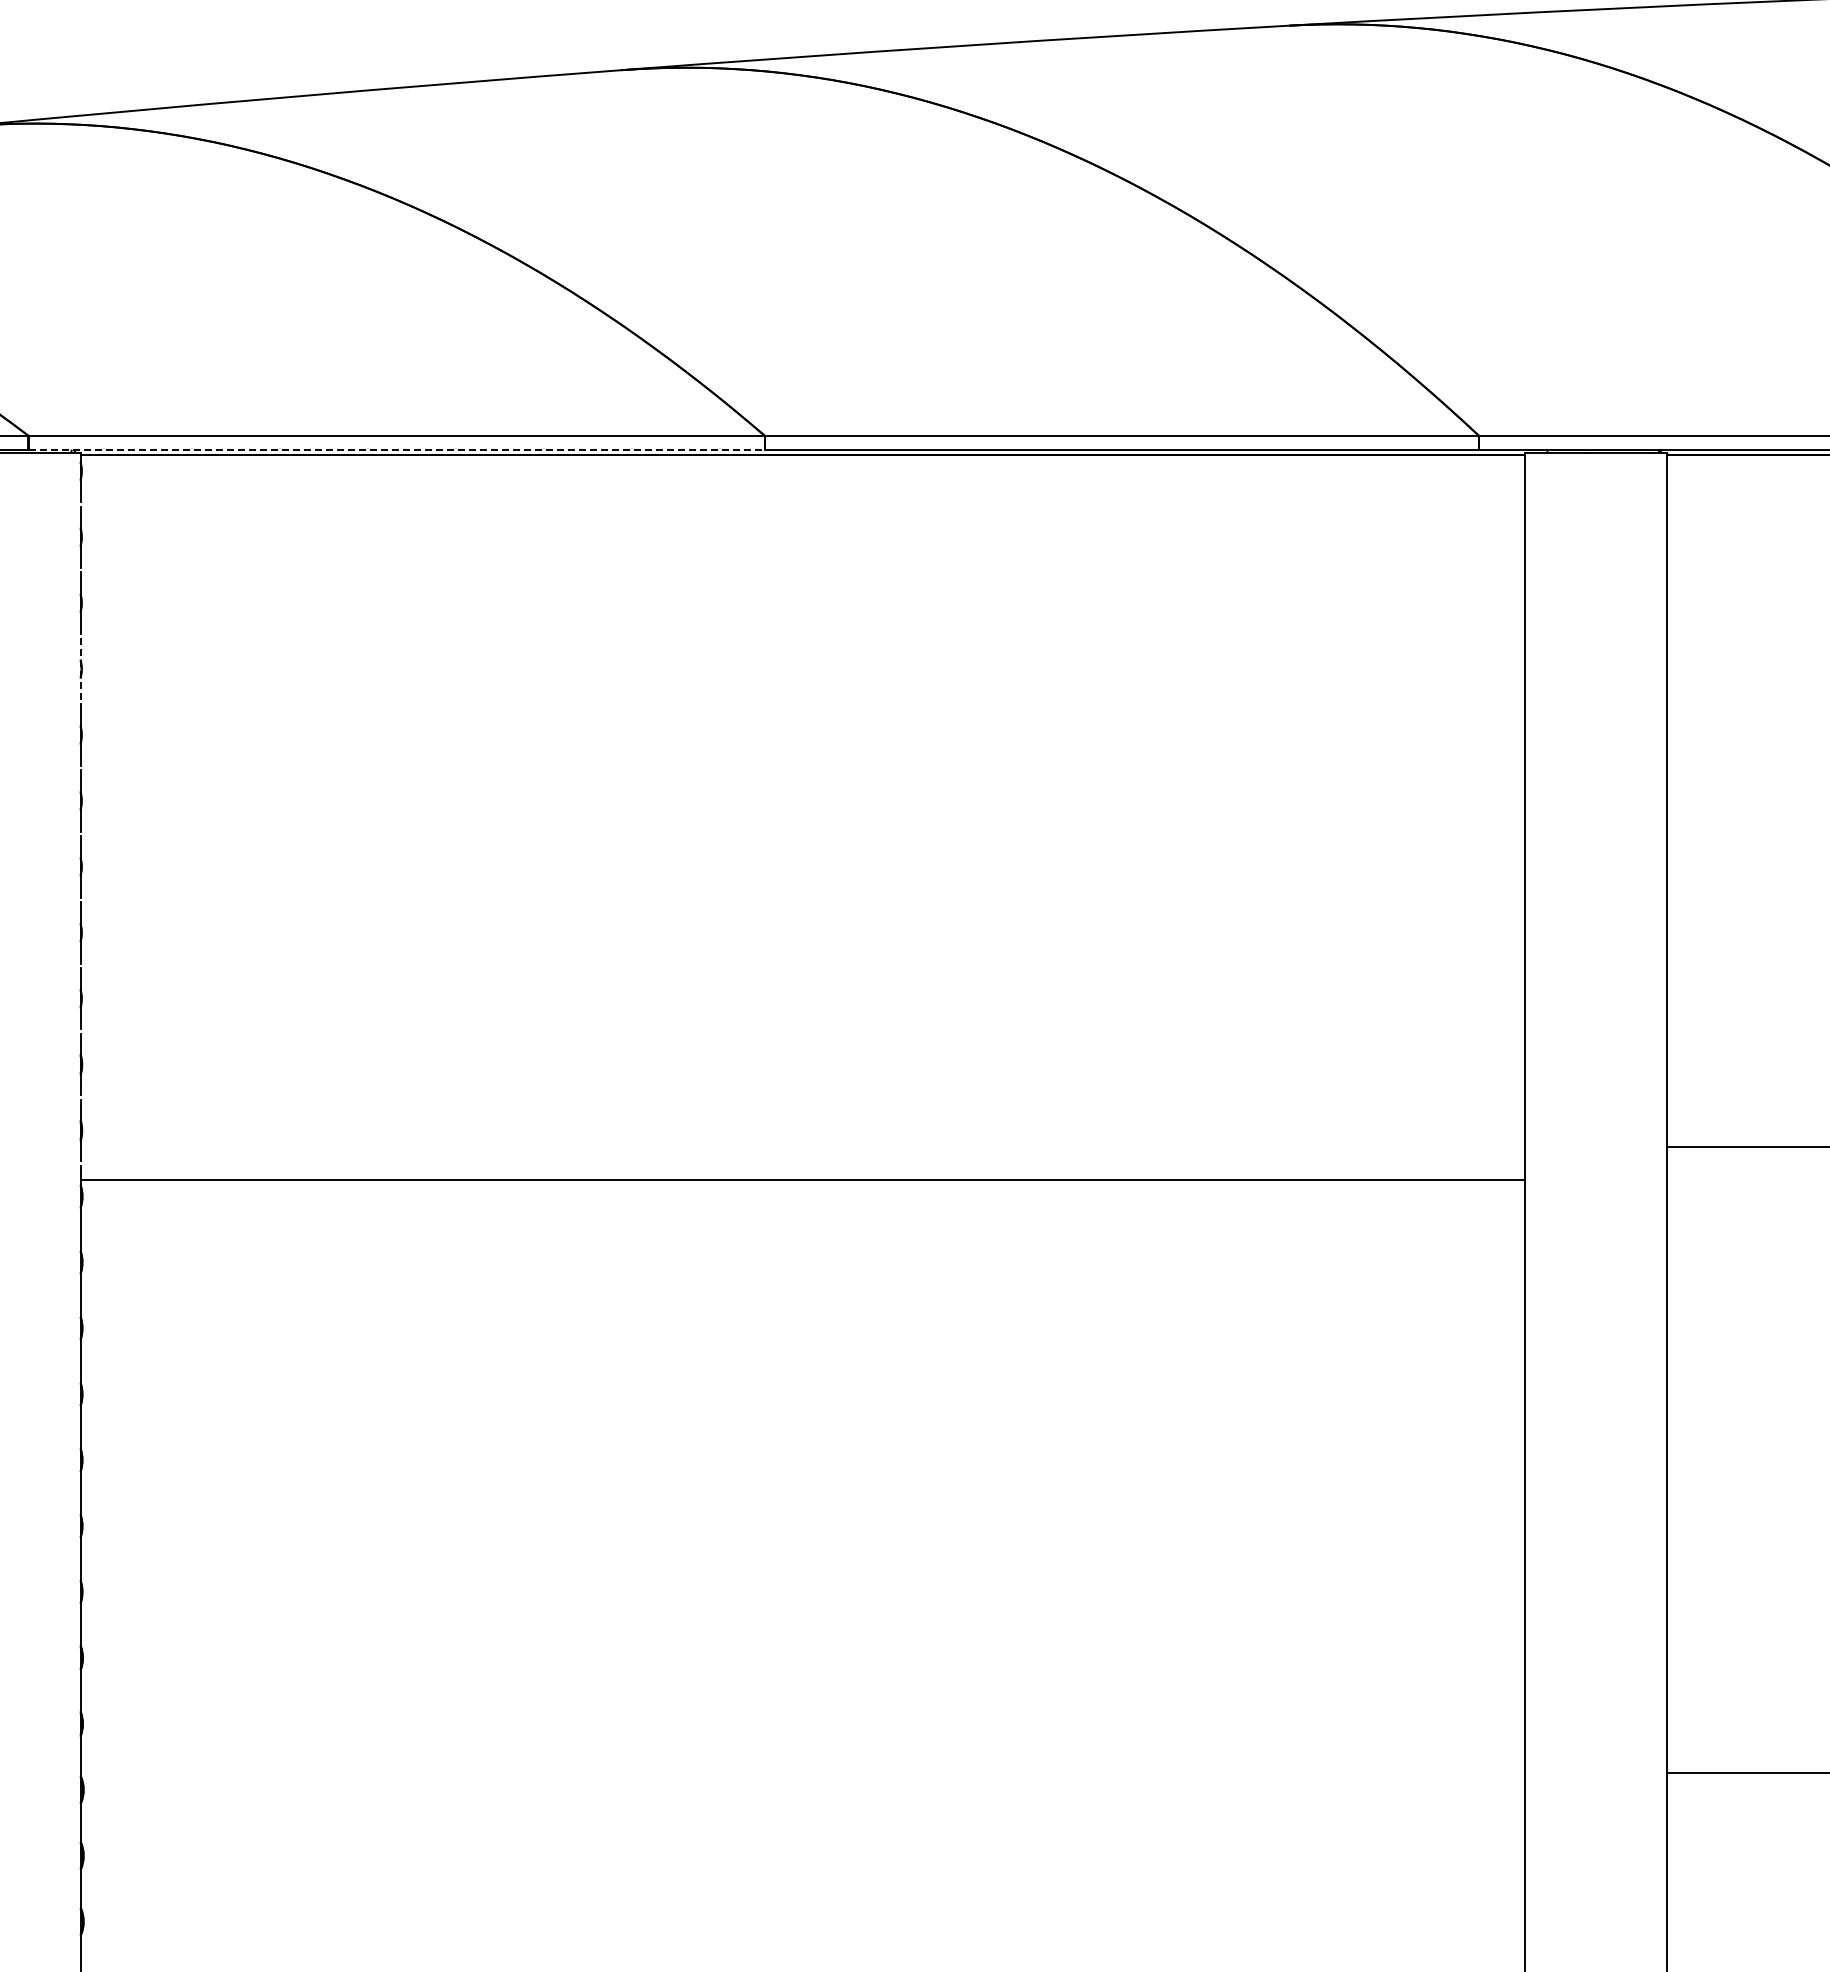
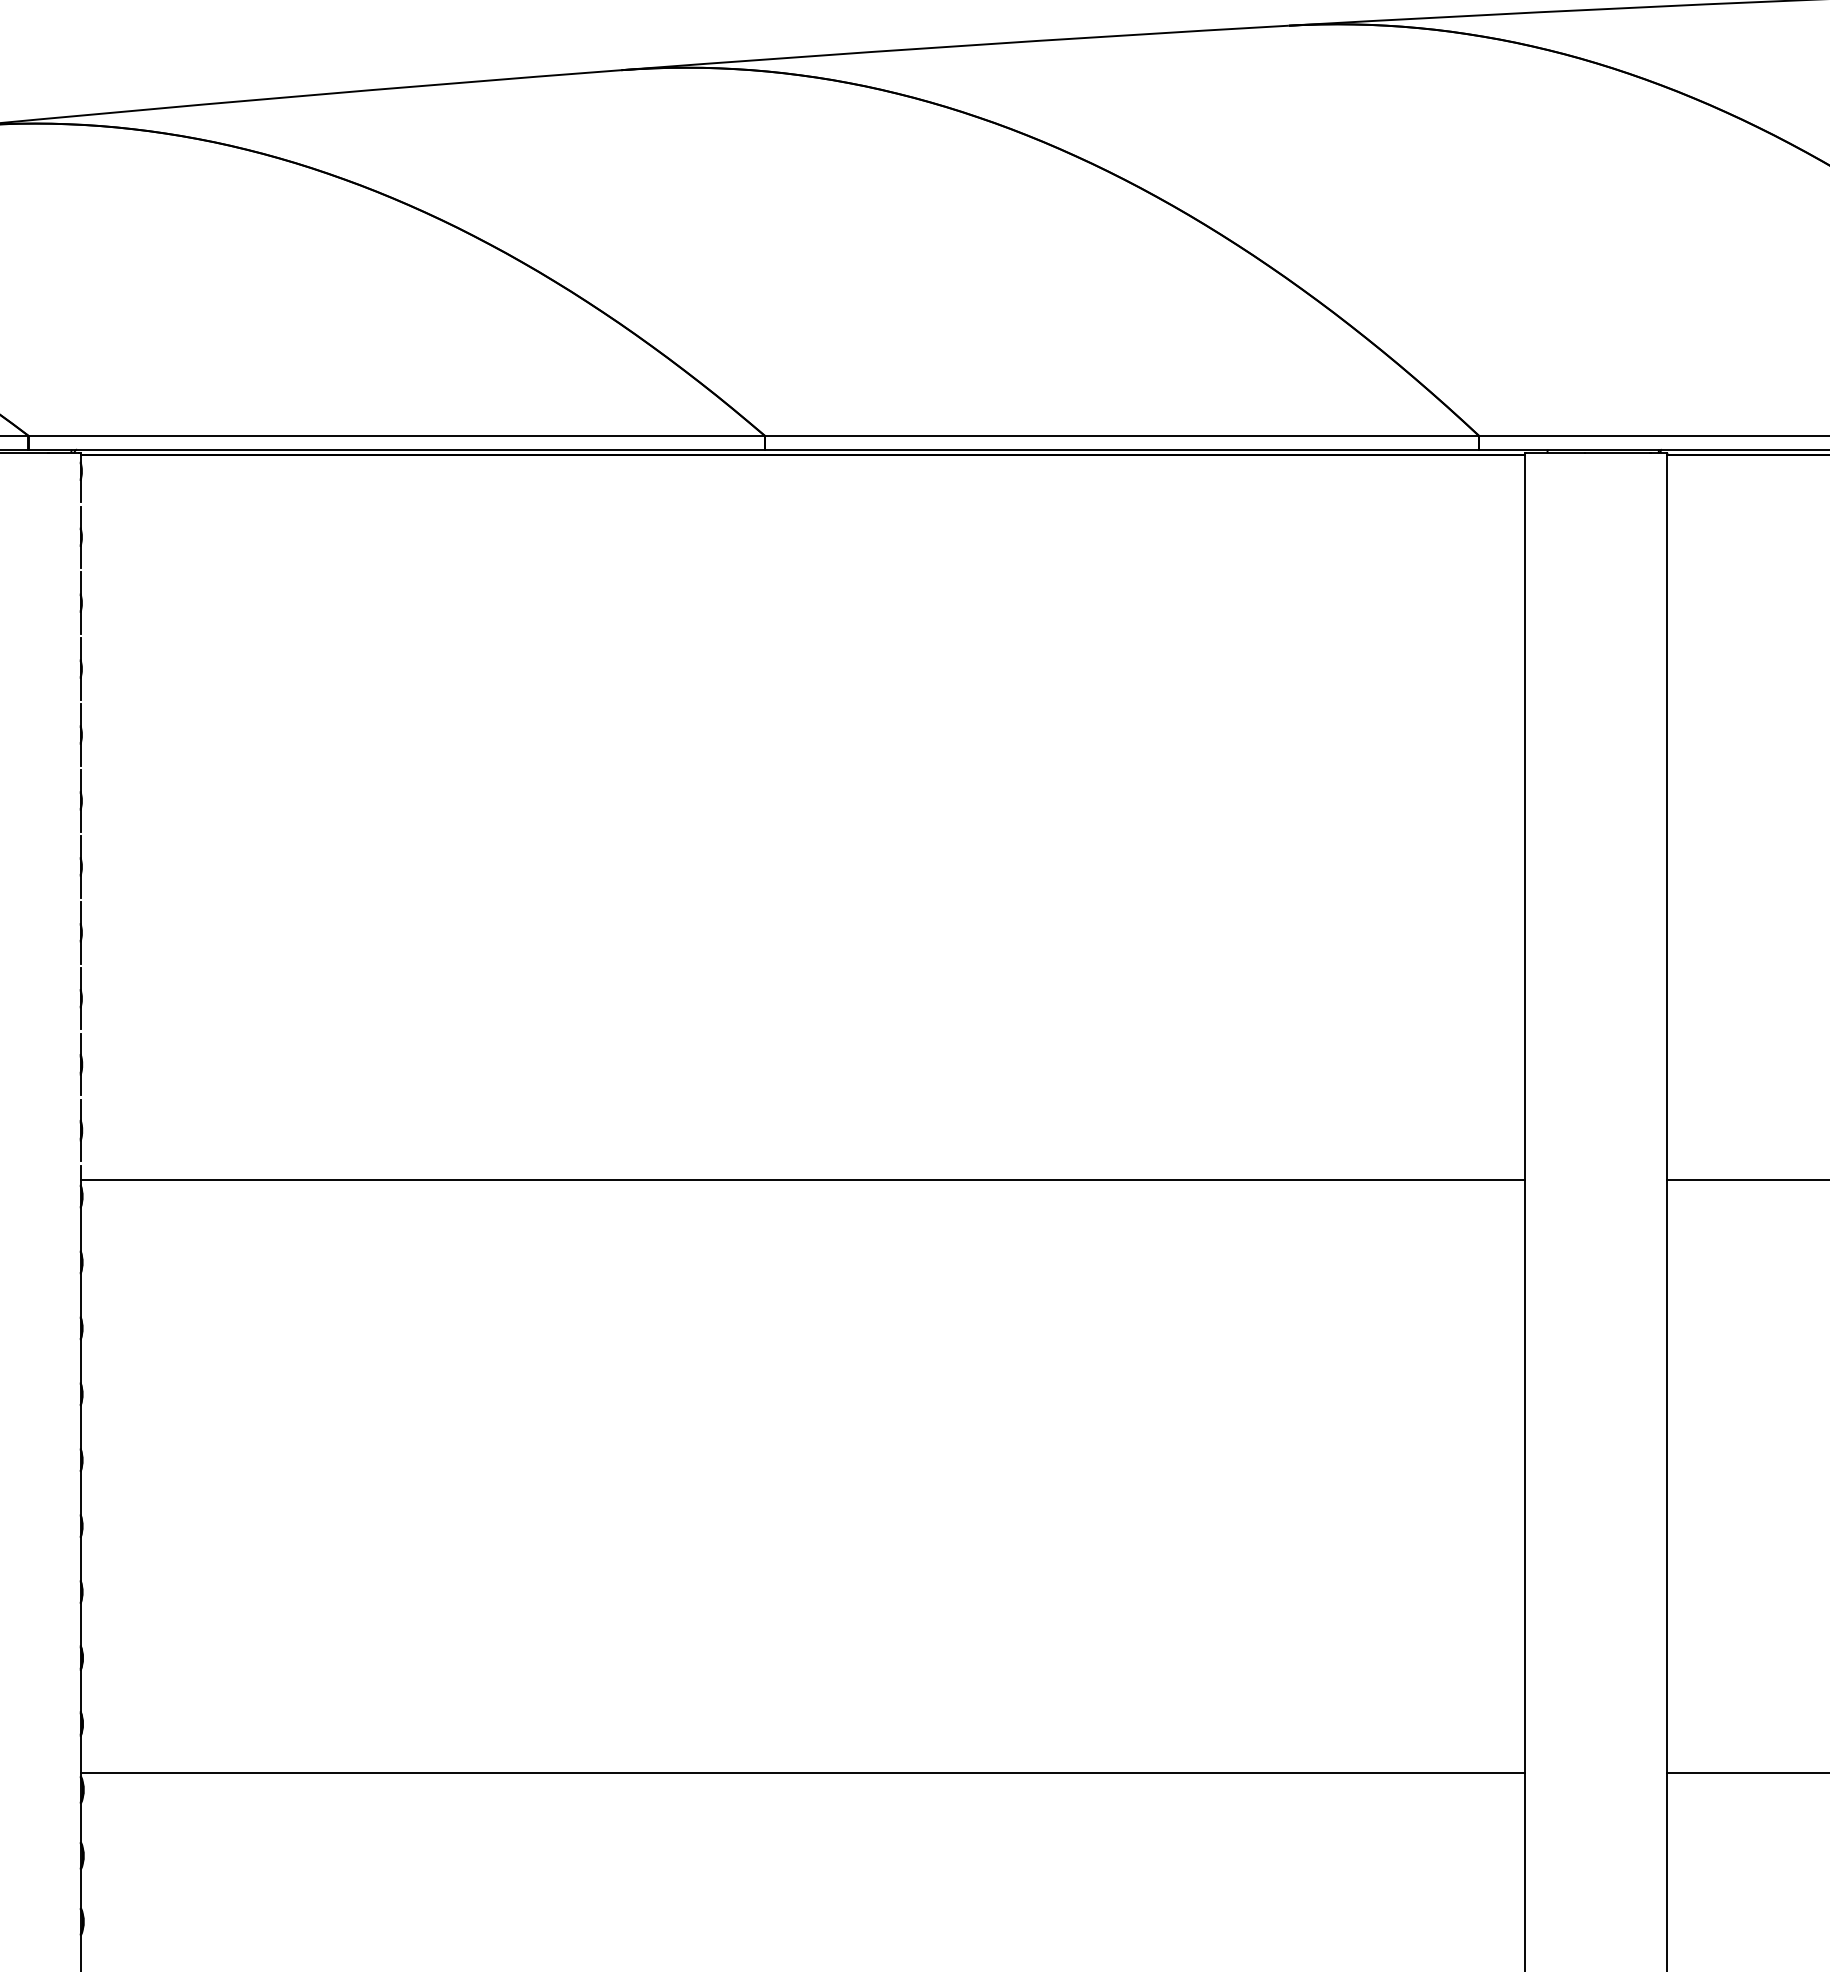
line at (397, 449): dashed -> solid
line at (80, 669): dashed -> solid
line at (1746, 1147) position: (1746, 1147) -> (1746, 1180)
line at (802, 1773): none -> present
